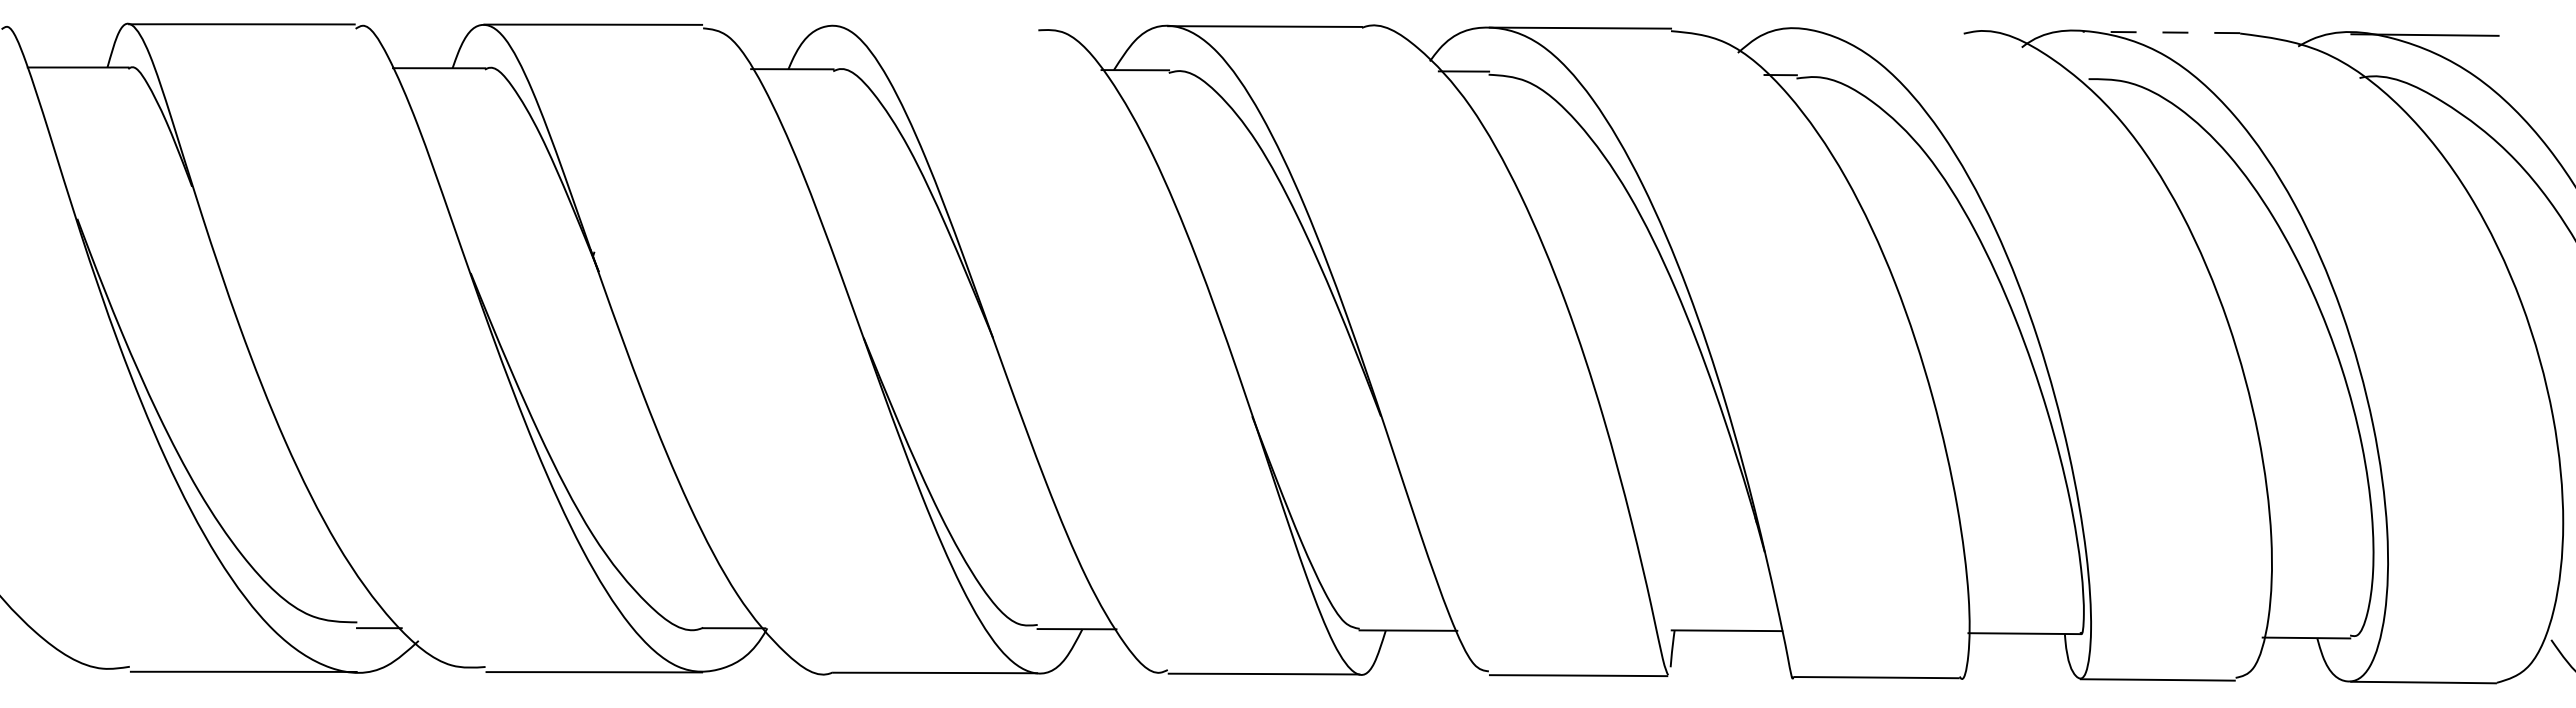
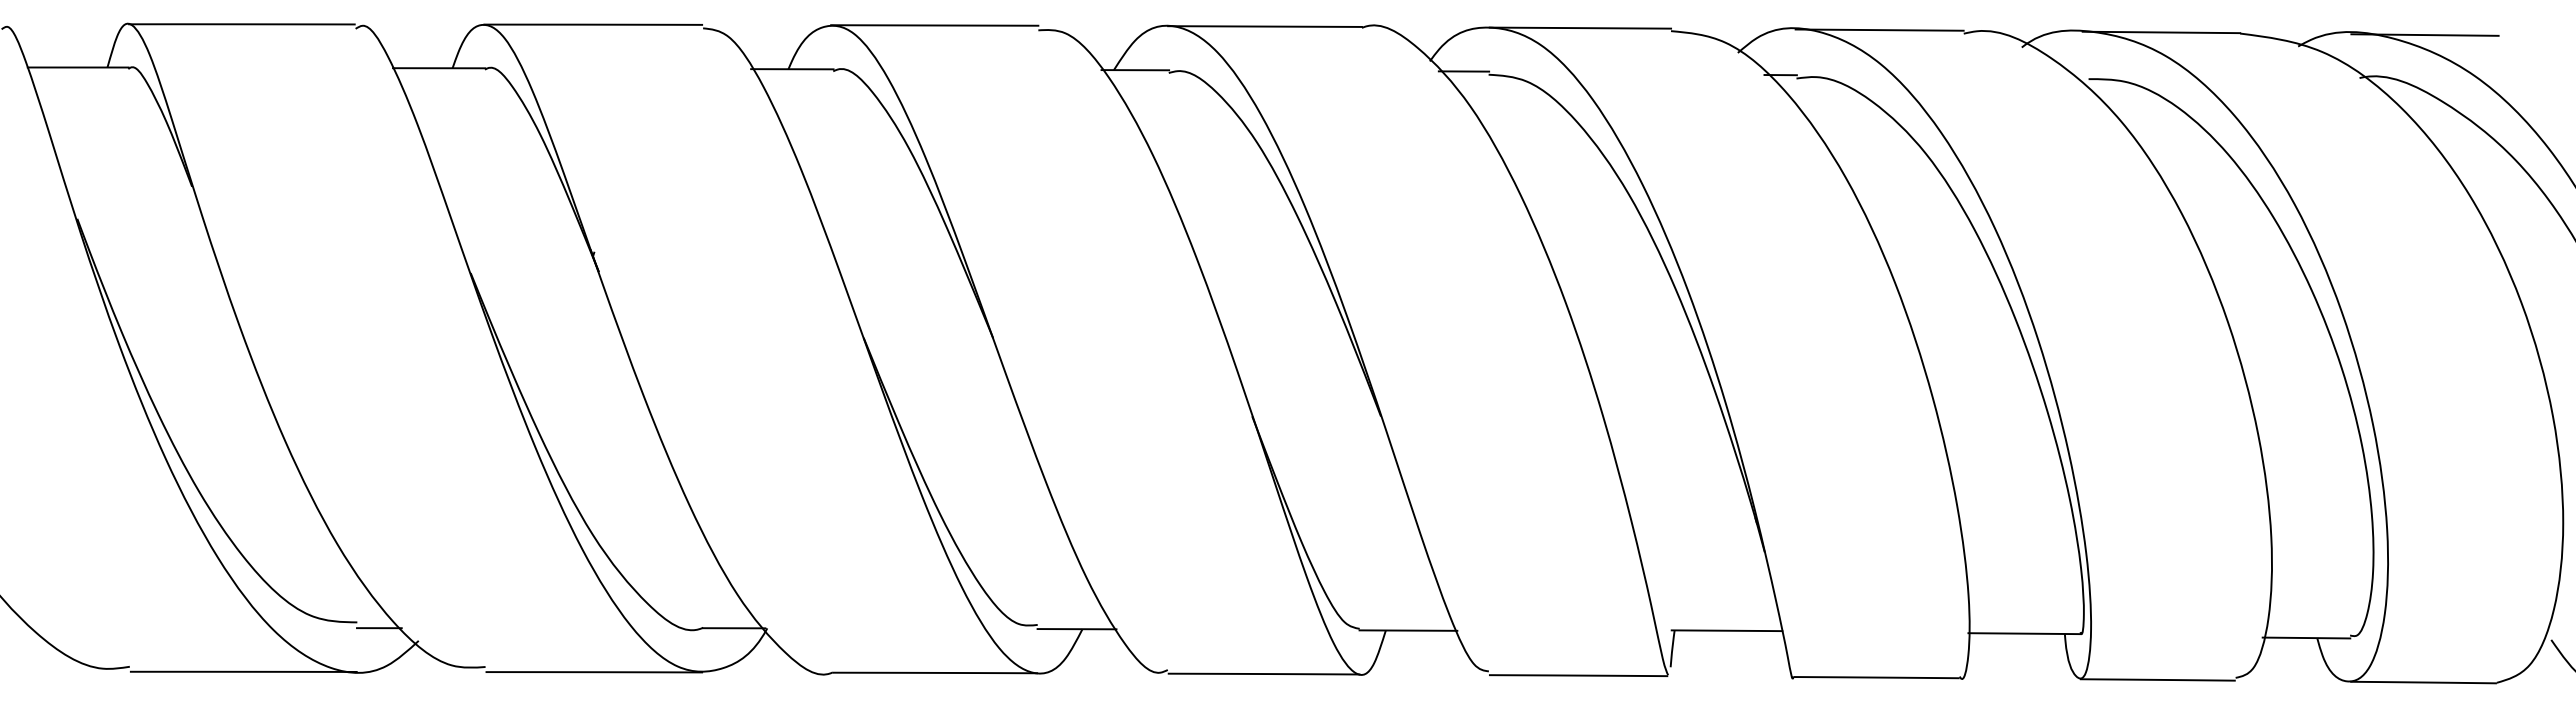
line at (934, 25): none -> present
line at (1879, 29): none -> present
line at (2161, 32): dashed -> solid
